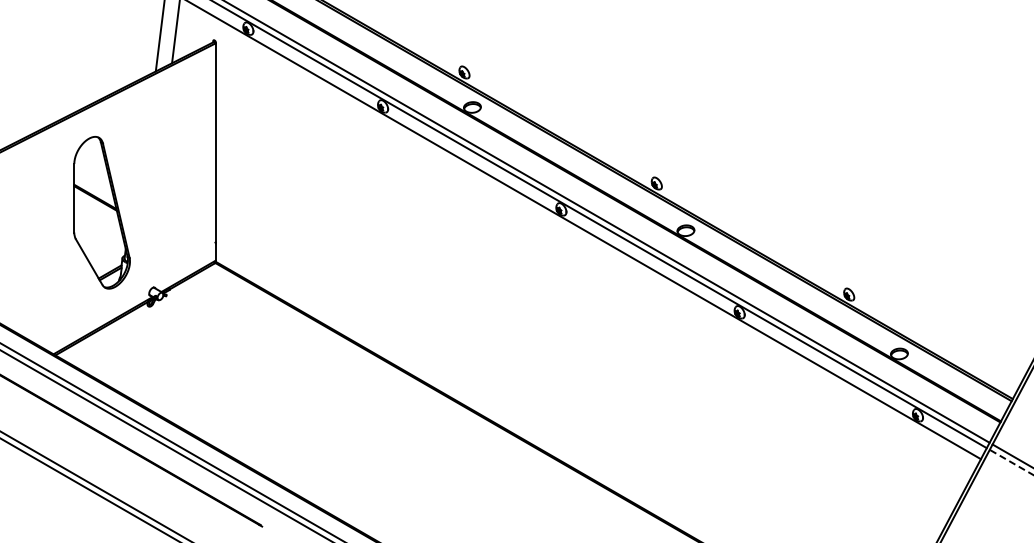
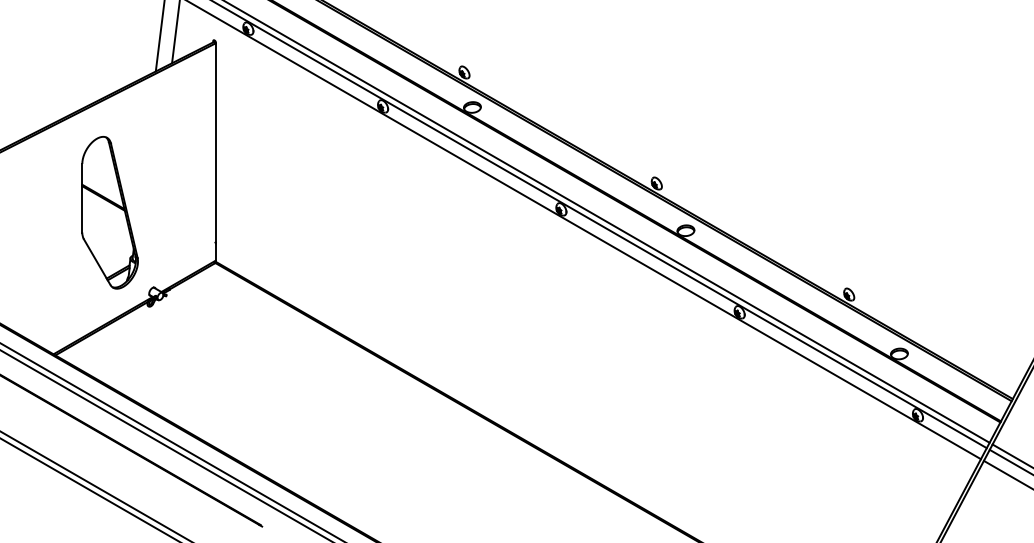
part at (101, 212) position: (101, 212) -> (109, 212)
line at (1011, 462): dashed -> solid
line at (1006, 474): none -> present
